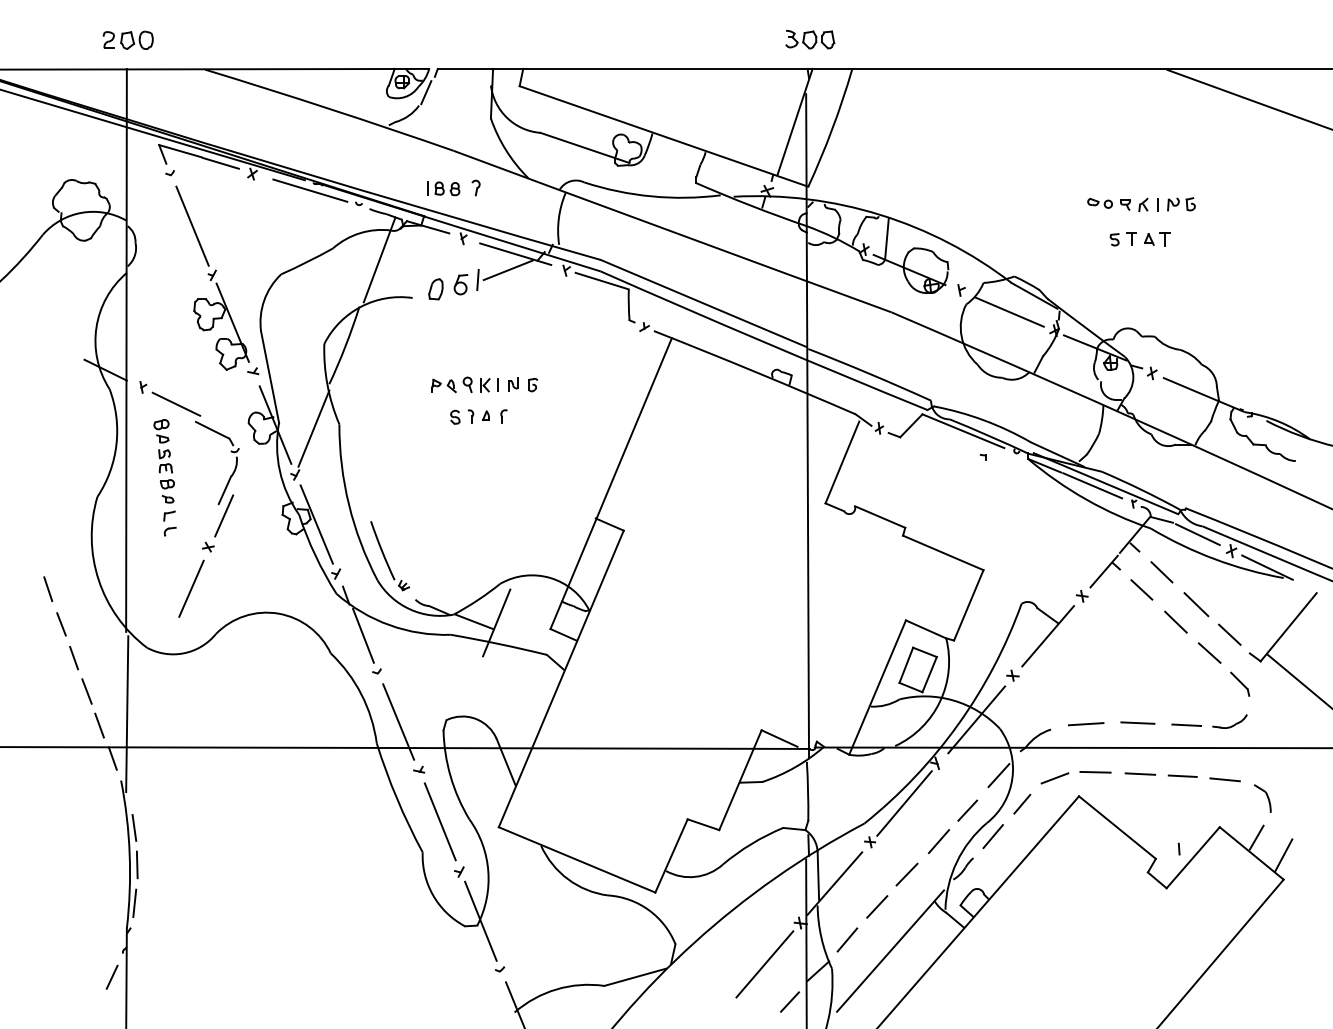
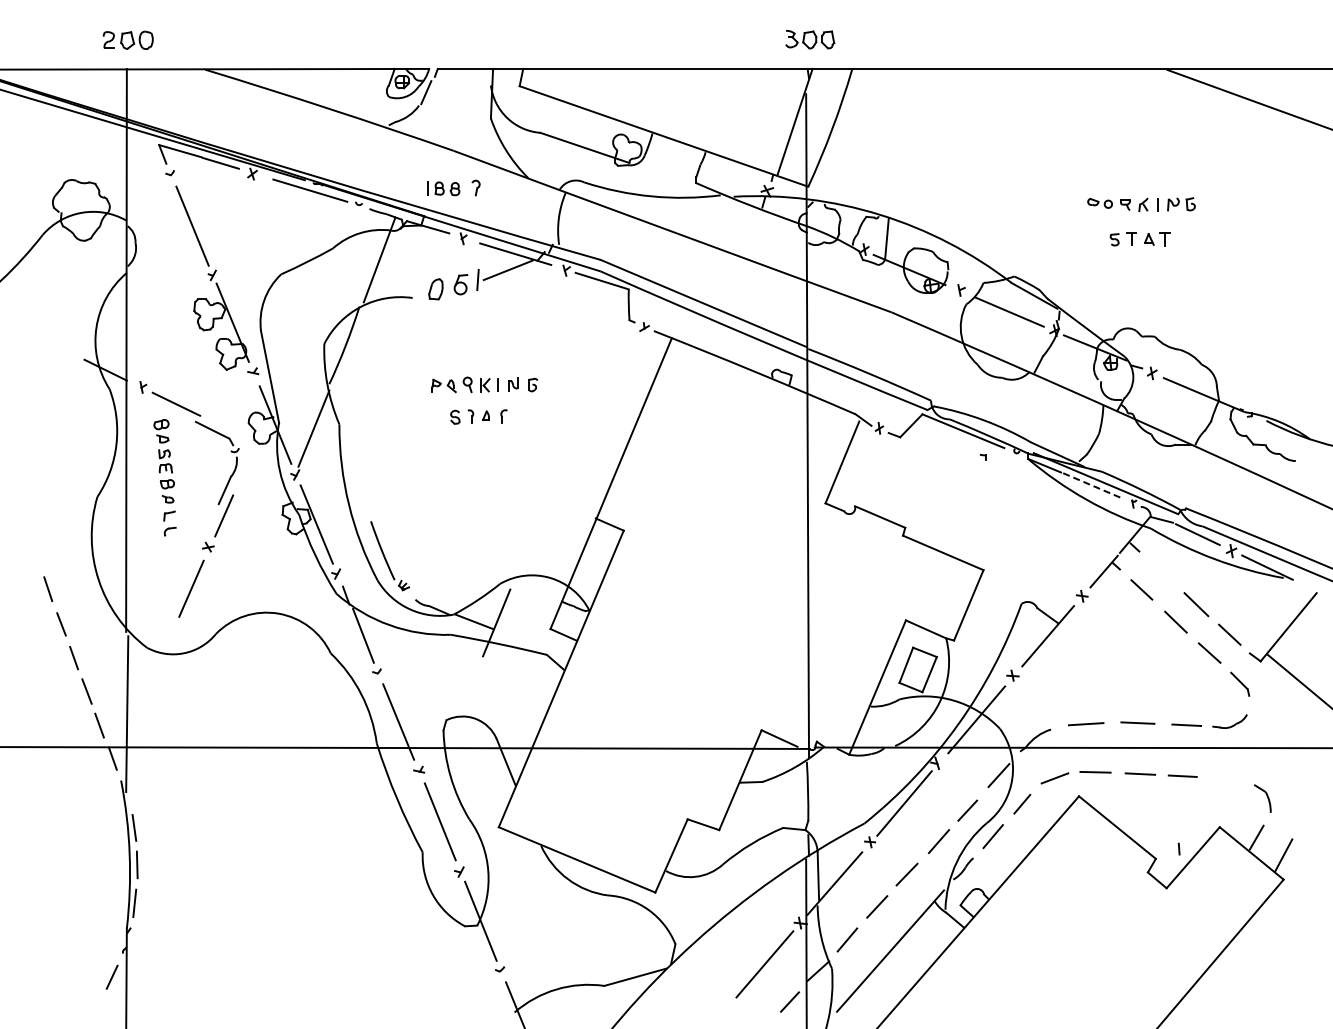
line at (1093, 485): solid -> dashed
line at (1161, 572): present -> none
line at (1224, 779): present -> none
